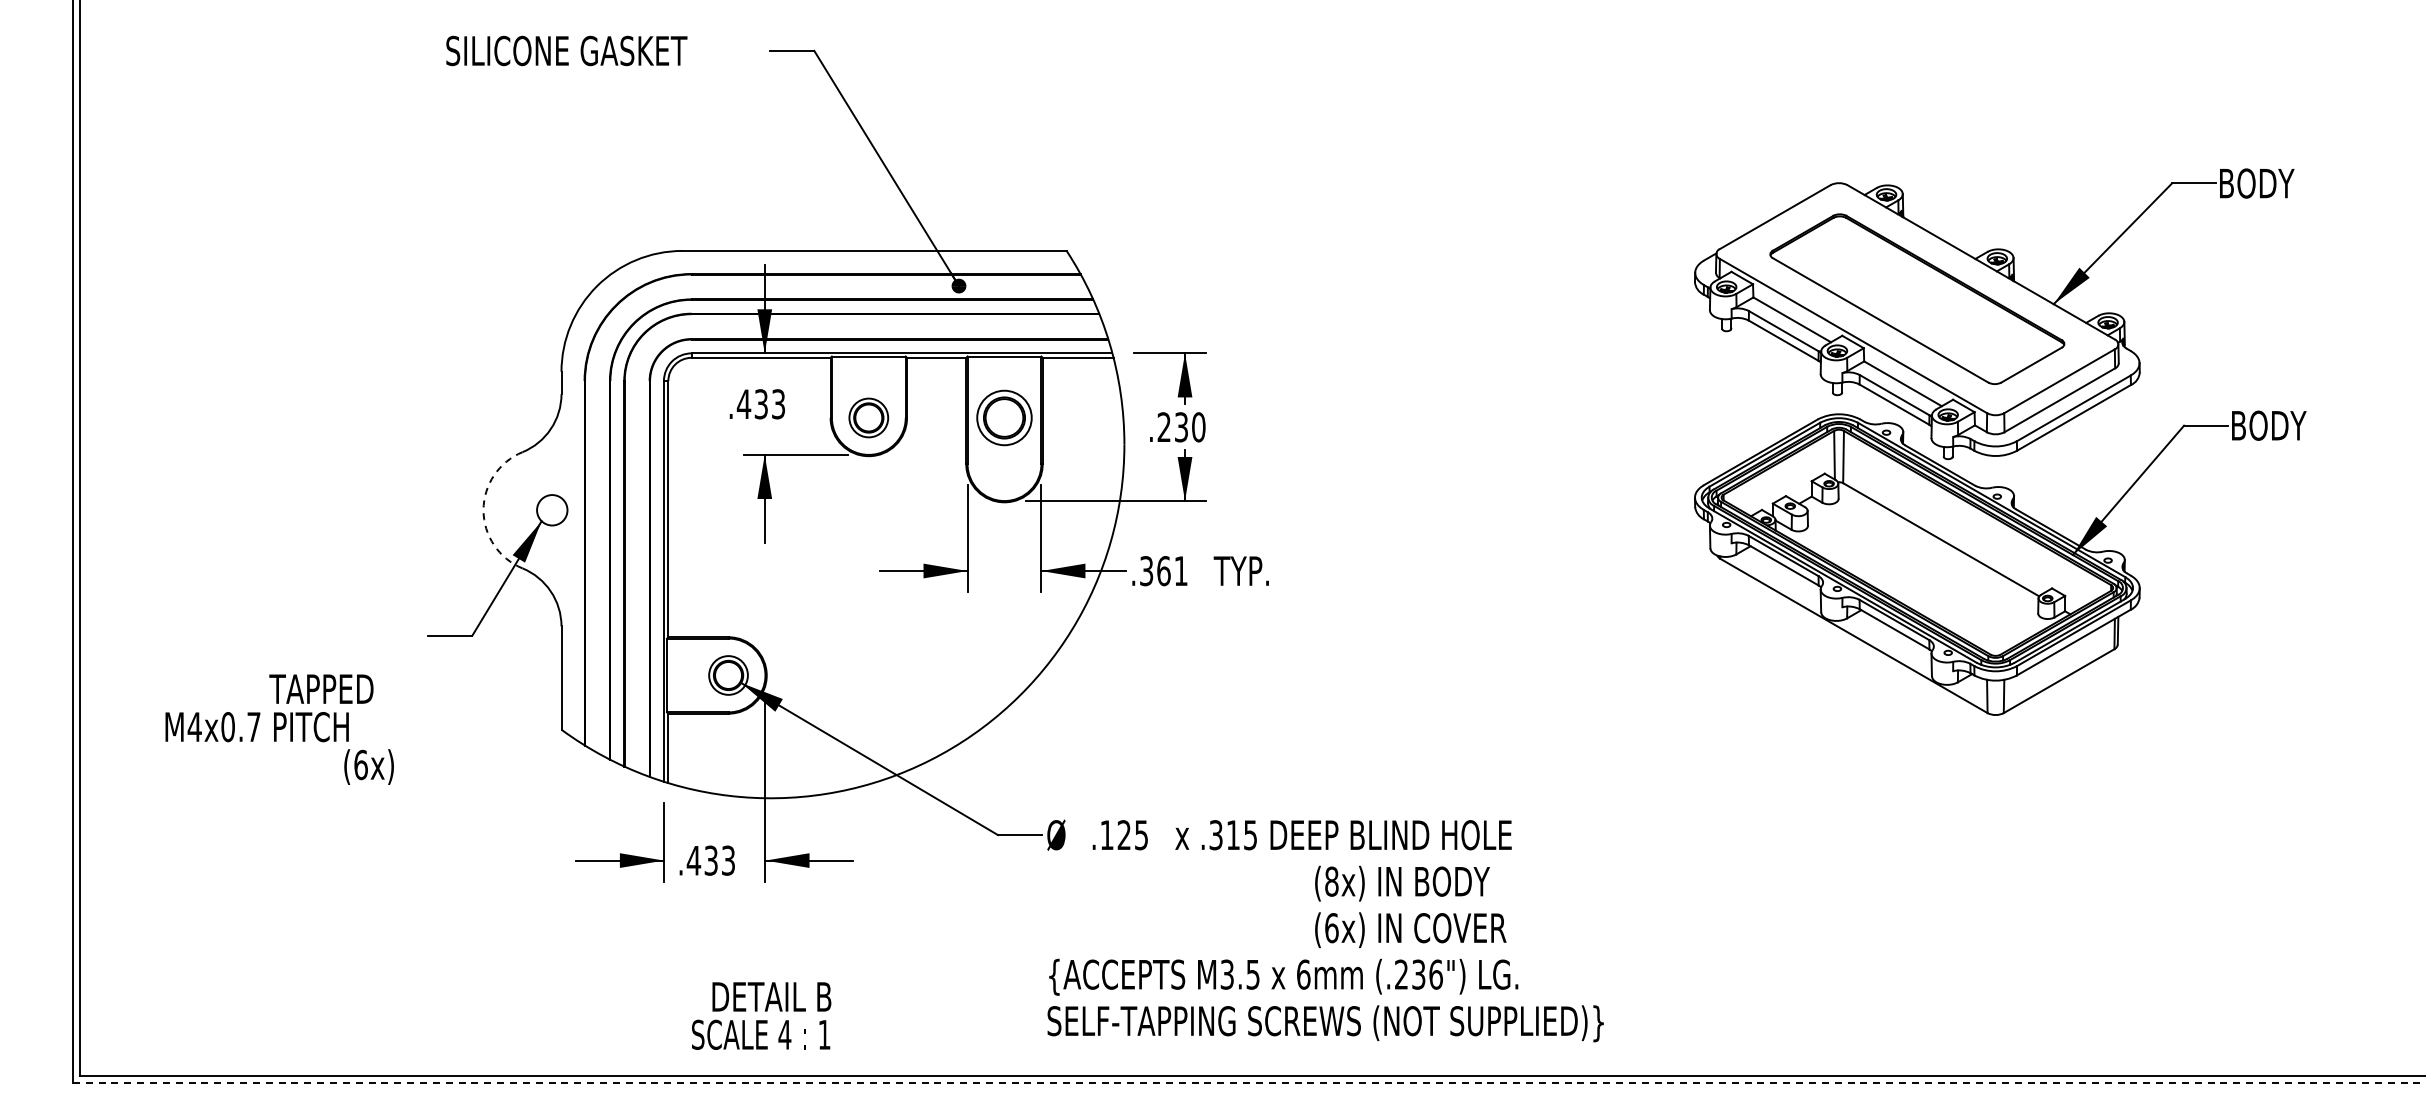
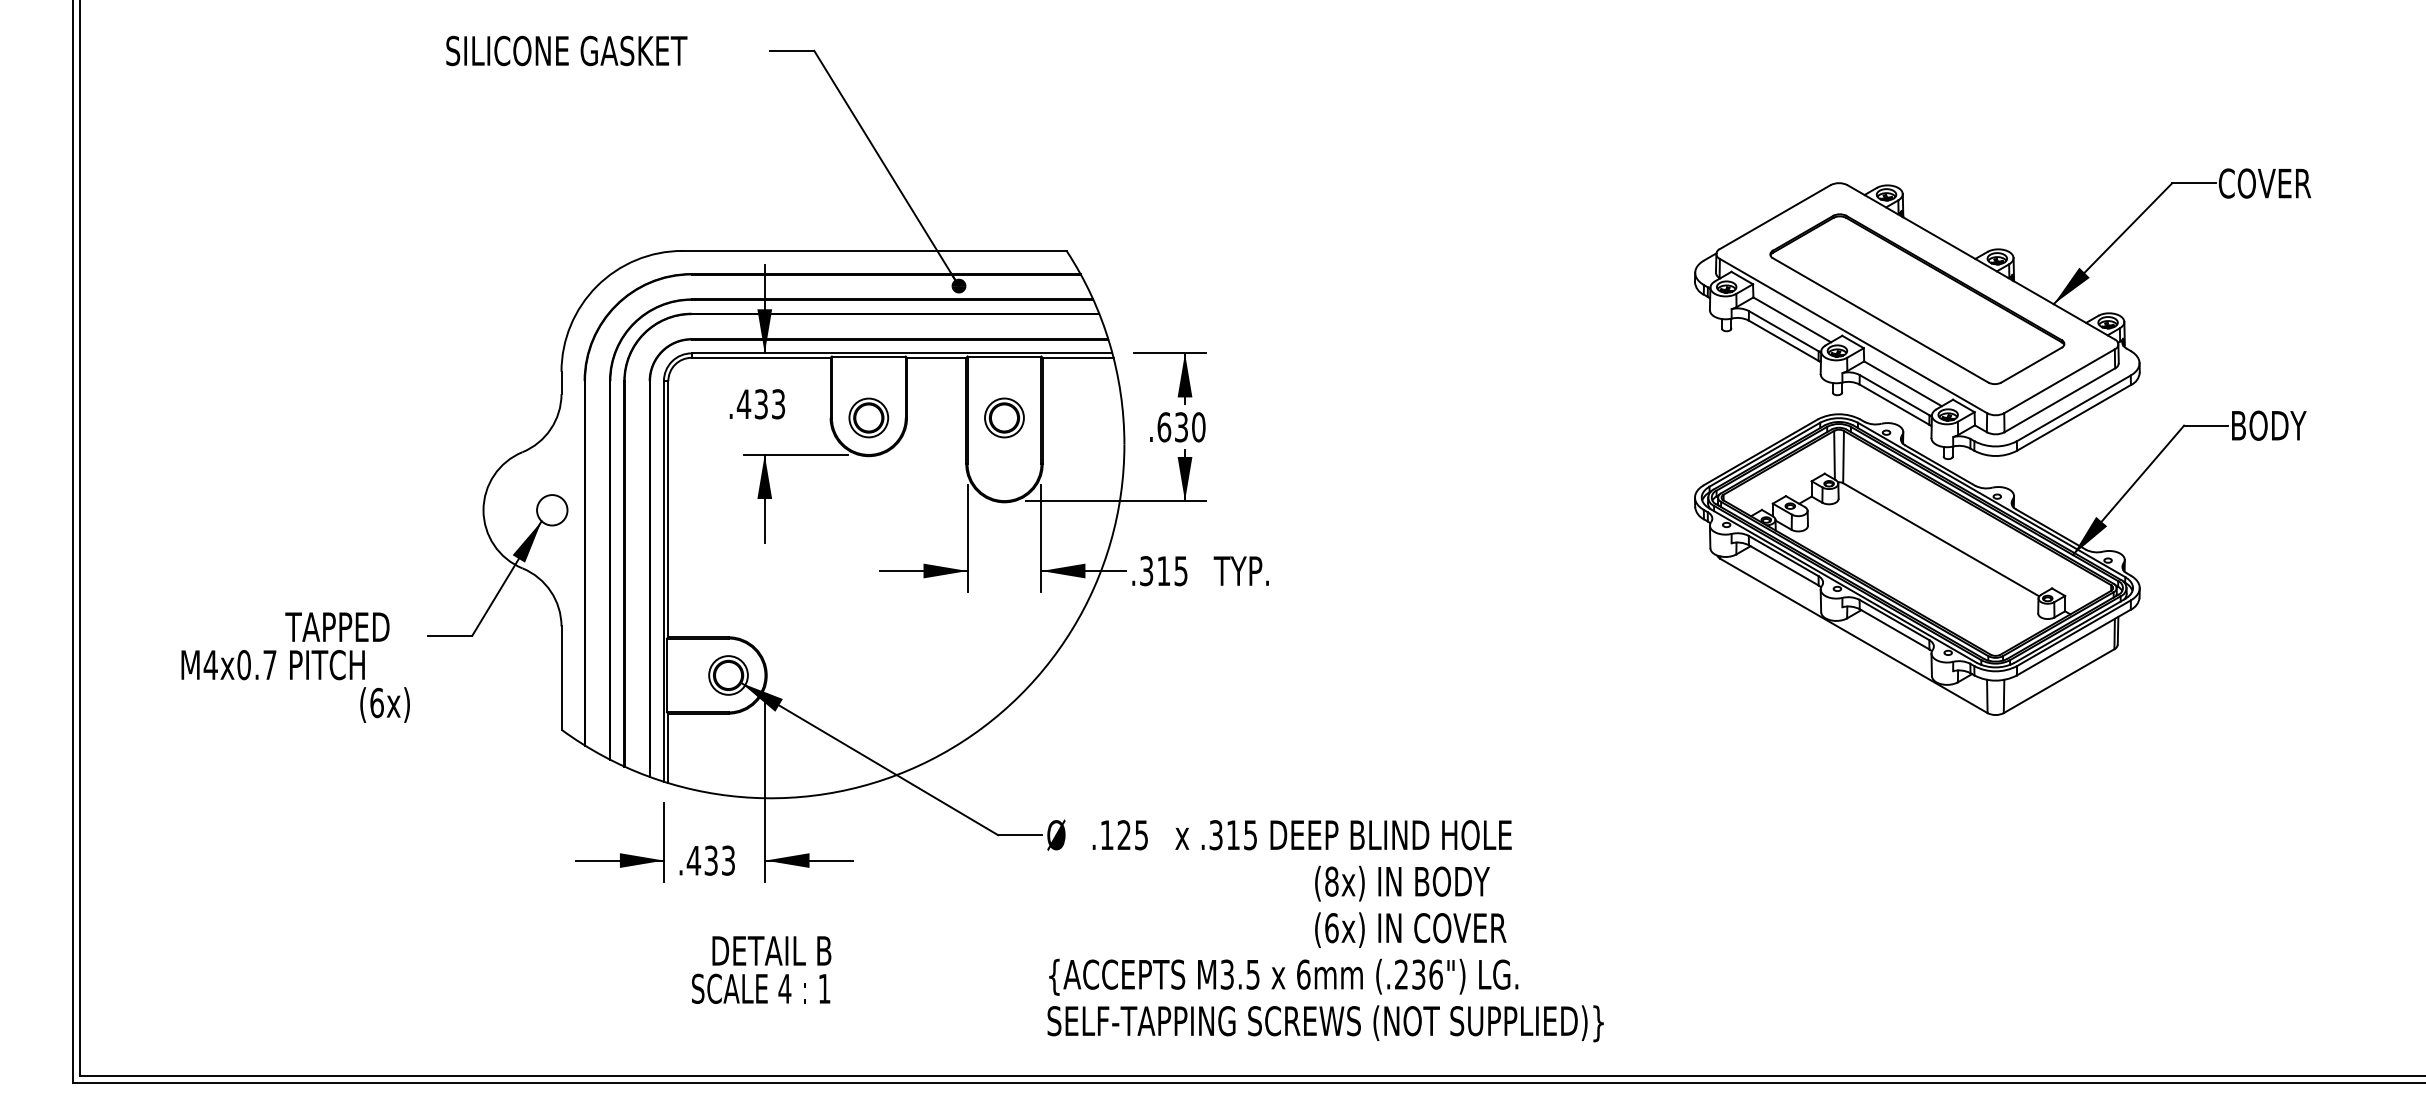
text at (2264, 183): BODY -> COVER
part at (1004, 417) size: 57x58 px -> 41x42 px
text at (1164, 427): .230 -> .630
arc at (483, 510): dashed -> solid
text at (1172, 571): .361 -> .315
text at (279, 729) position: (279, 729) -> (295, 667)
text at (761, 1015) position: (761, 1015) -> (761, 969)
line at (1249, 1083): dashed -> solid
